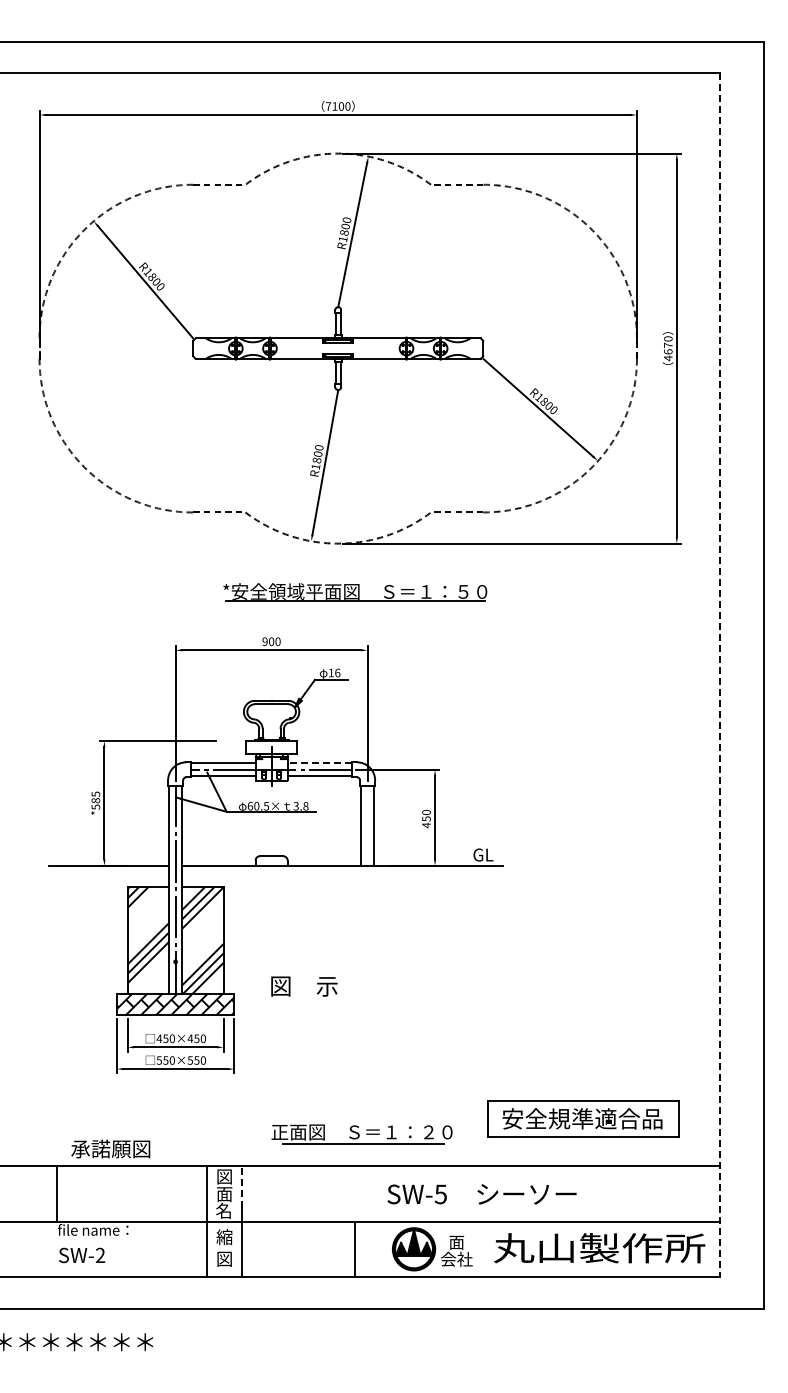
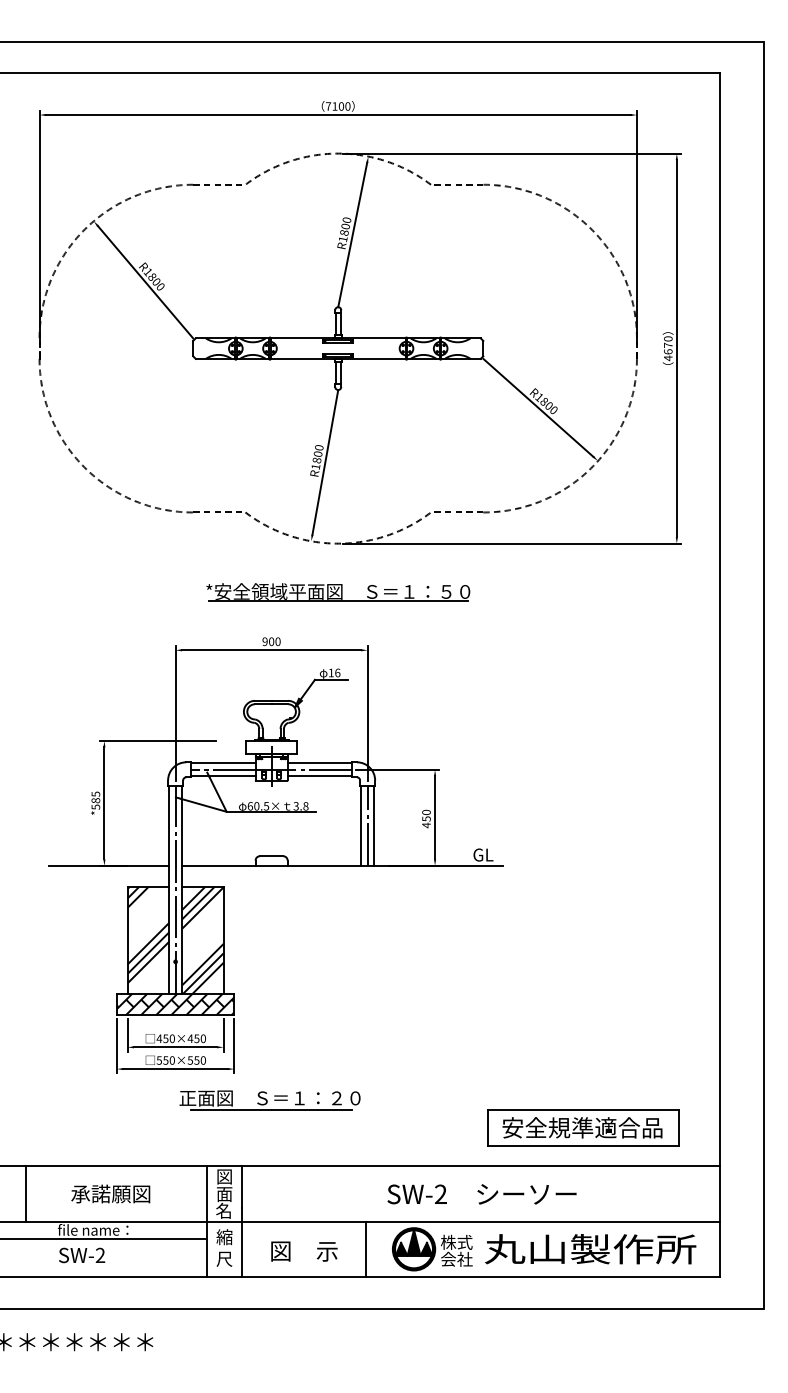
part at (355, 592) position: (355, 592) -> (338, 592)
line at (719, 675): dashed -> solid
line at (319, 763): dashed -> solid
line at (367, 825): none -> present
text at (304, 986) position: (304, 986) -> (304, 1251)
part at (583, 1118) position: (583, 1118) -> (583, 1127)
part at (361, 1134) position: (361, 1134) -> (269, 1100)
text at (110, 1148) position: (110, 1148) -> (110, 1193)
line at (241, 1187): dashed -> solid
line at (57, 1193) position: (57, 1193) -> (26, 1193)
text at (440, 1194): SW-5 -> SW-2
line at (104, 1238): none -> present
text at (456, 1241): 面 -> 株式
text at (599, 1248) position: (599, 1248) -> (590, 1249)
line at (355, 1249) position: (355, 1249) -> (366, 1249)
text at (224, 1258): 図 -> 尺
